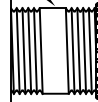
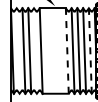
line at (17, 50): present -> none
line at (35, 50): present -> none
line at (67, 51): solid -> dashed
line at (90, 51): solid -> dashed
